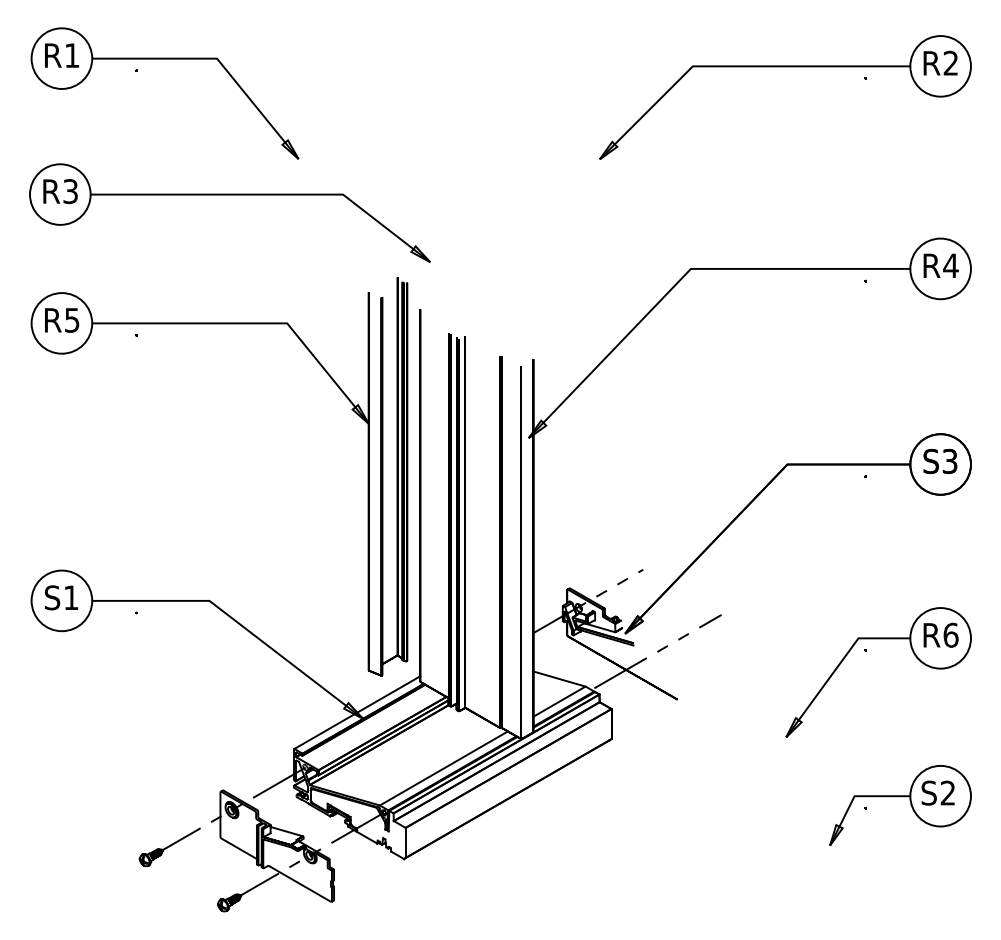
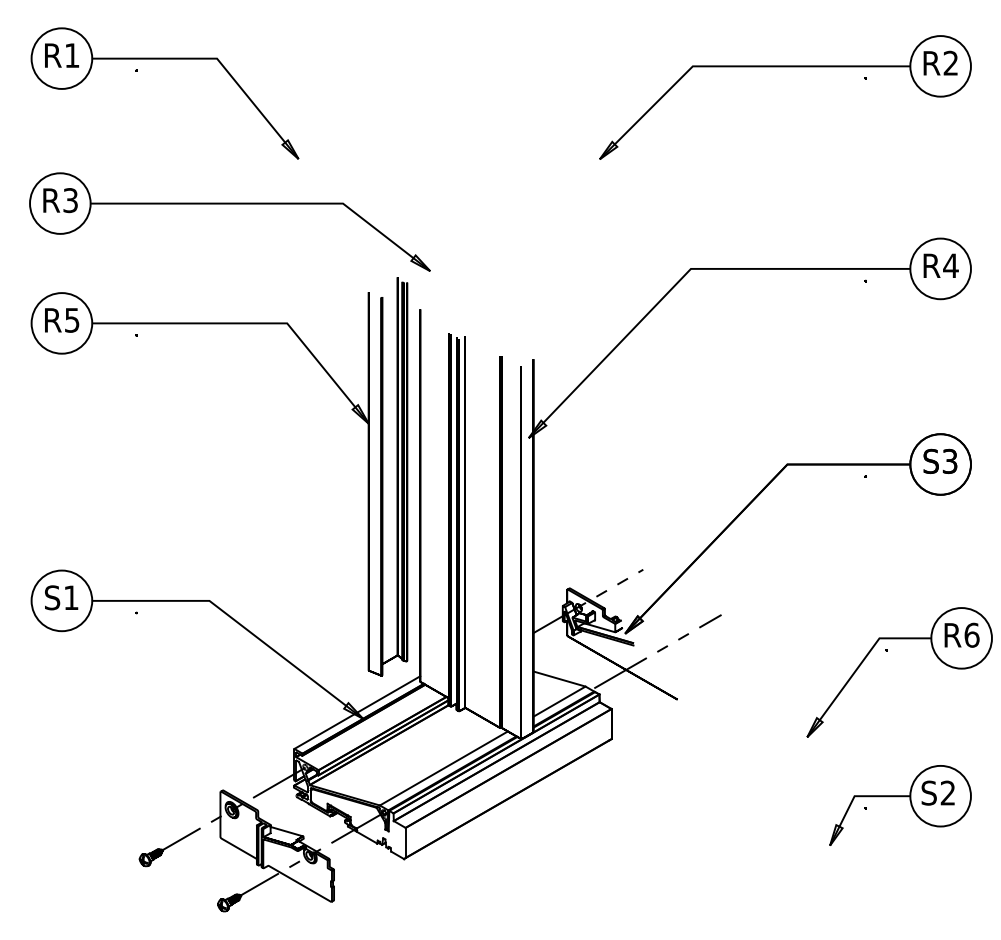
part at (229, 195) position: (229, 195) -> (229, 204)
part at (866, 651) position: (866, 651) -> (887, 651)
